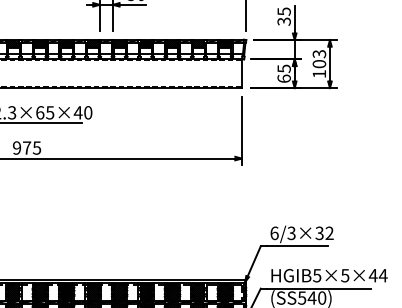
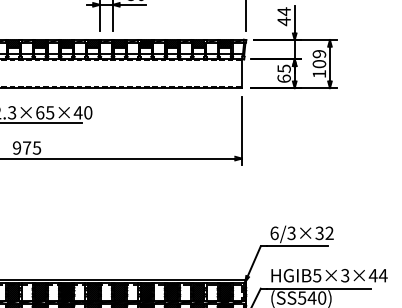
text at (283, 16): 35 -> 44
text at (319, 54): 103 -> 109
text at (345, 275): HGIB5×5×44 -> HGIB5×3×44
